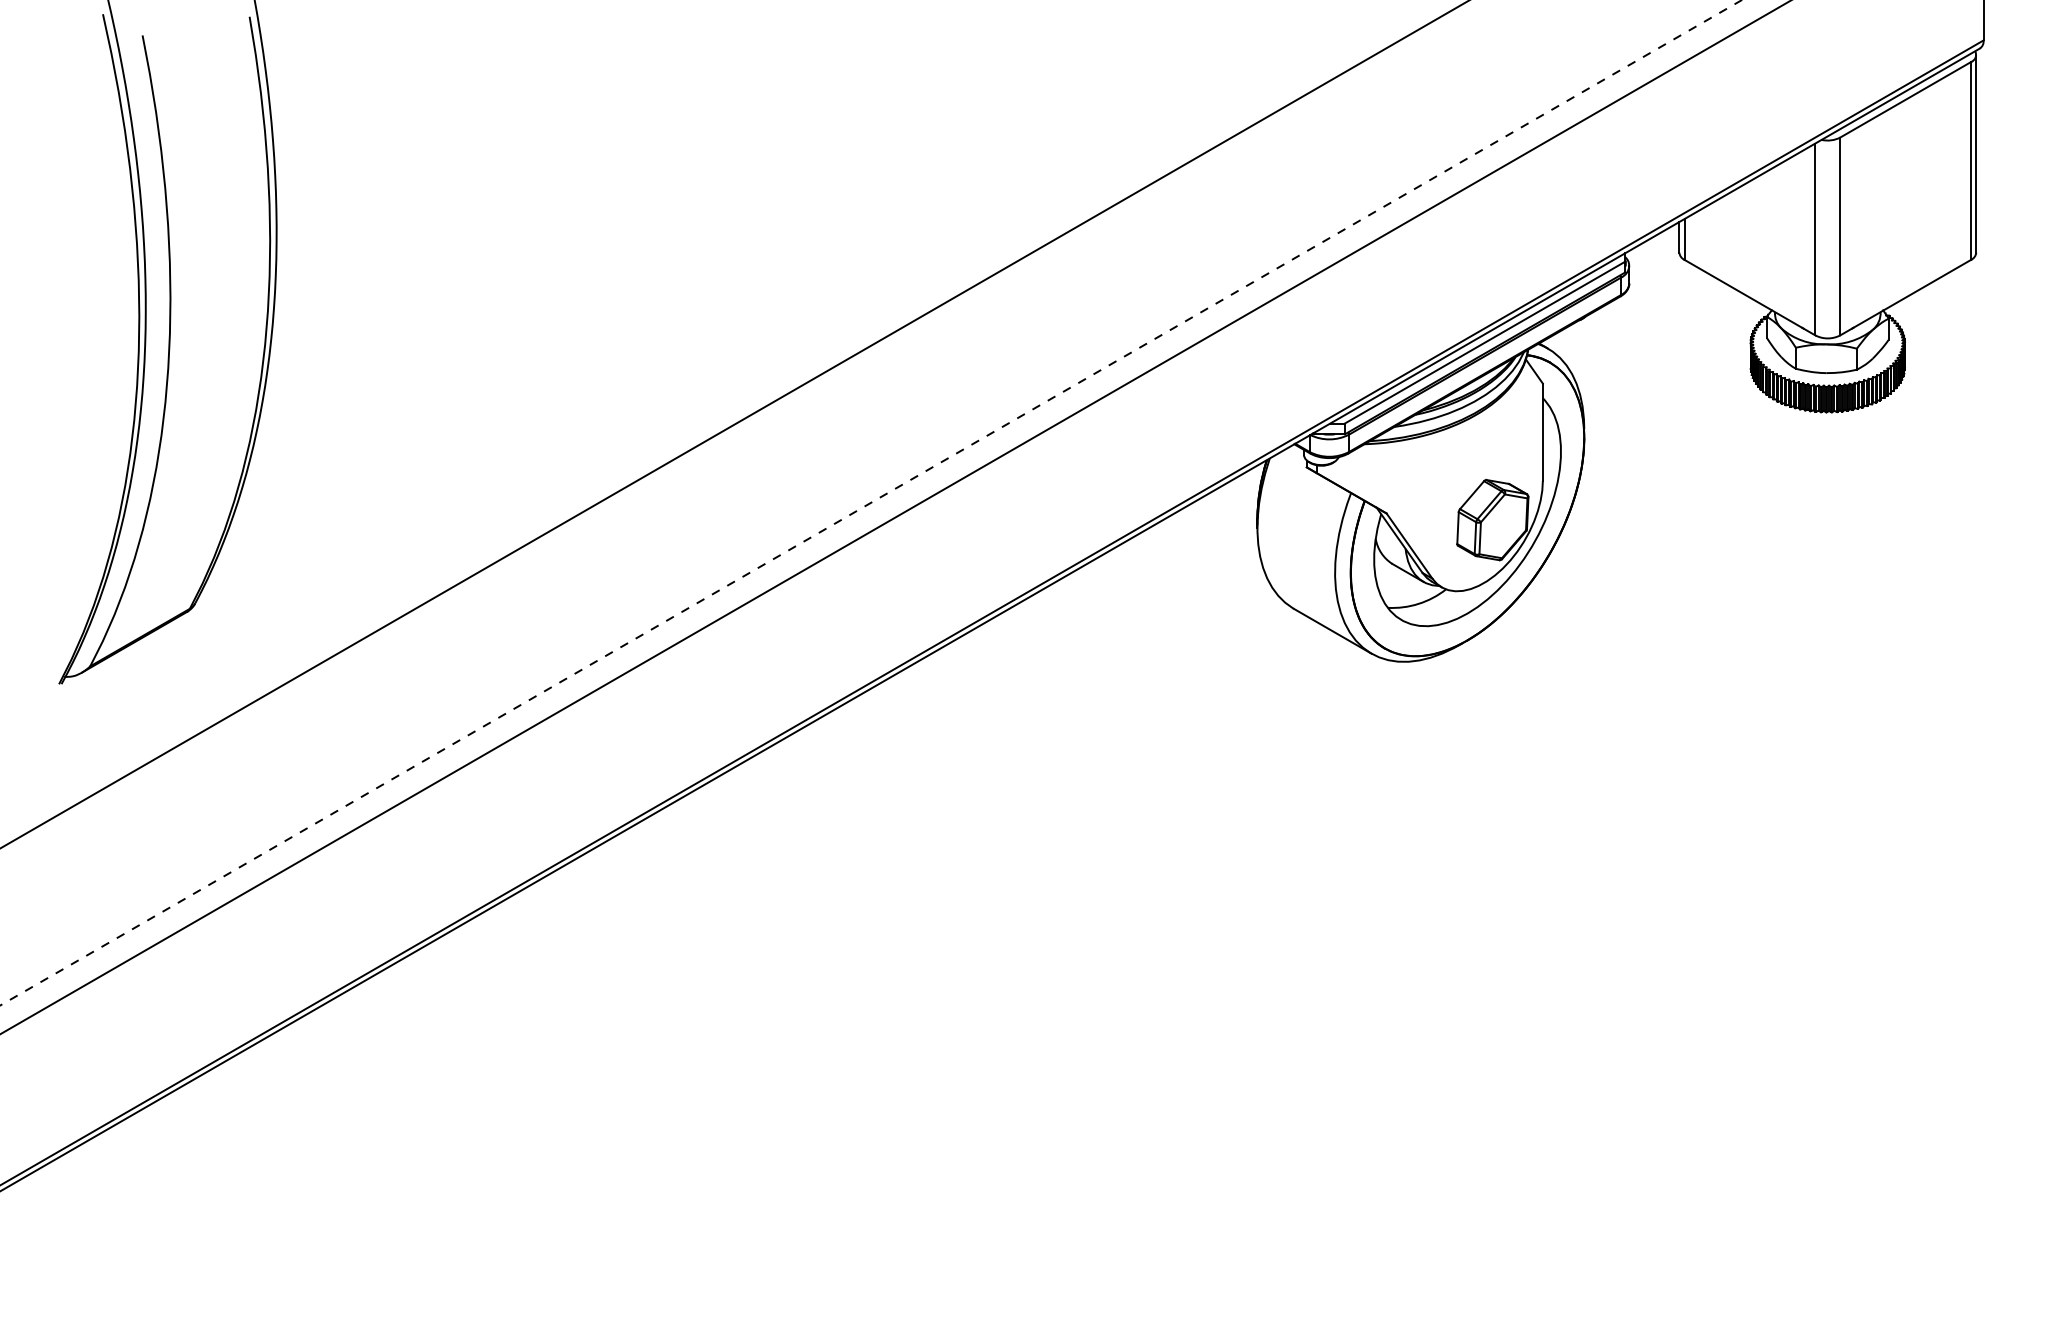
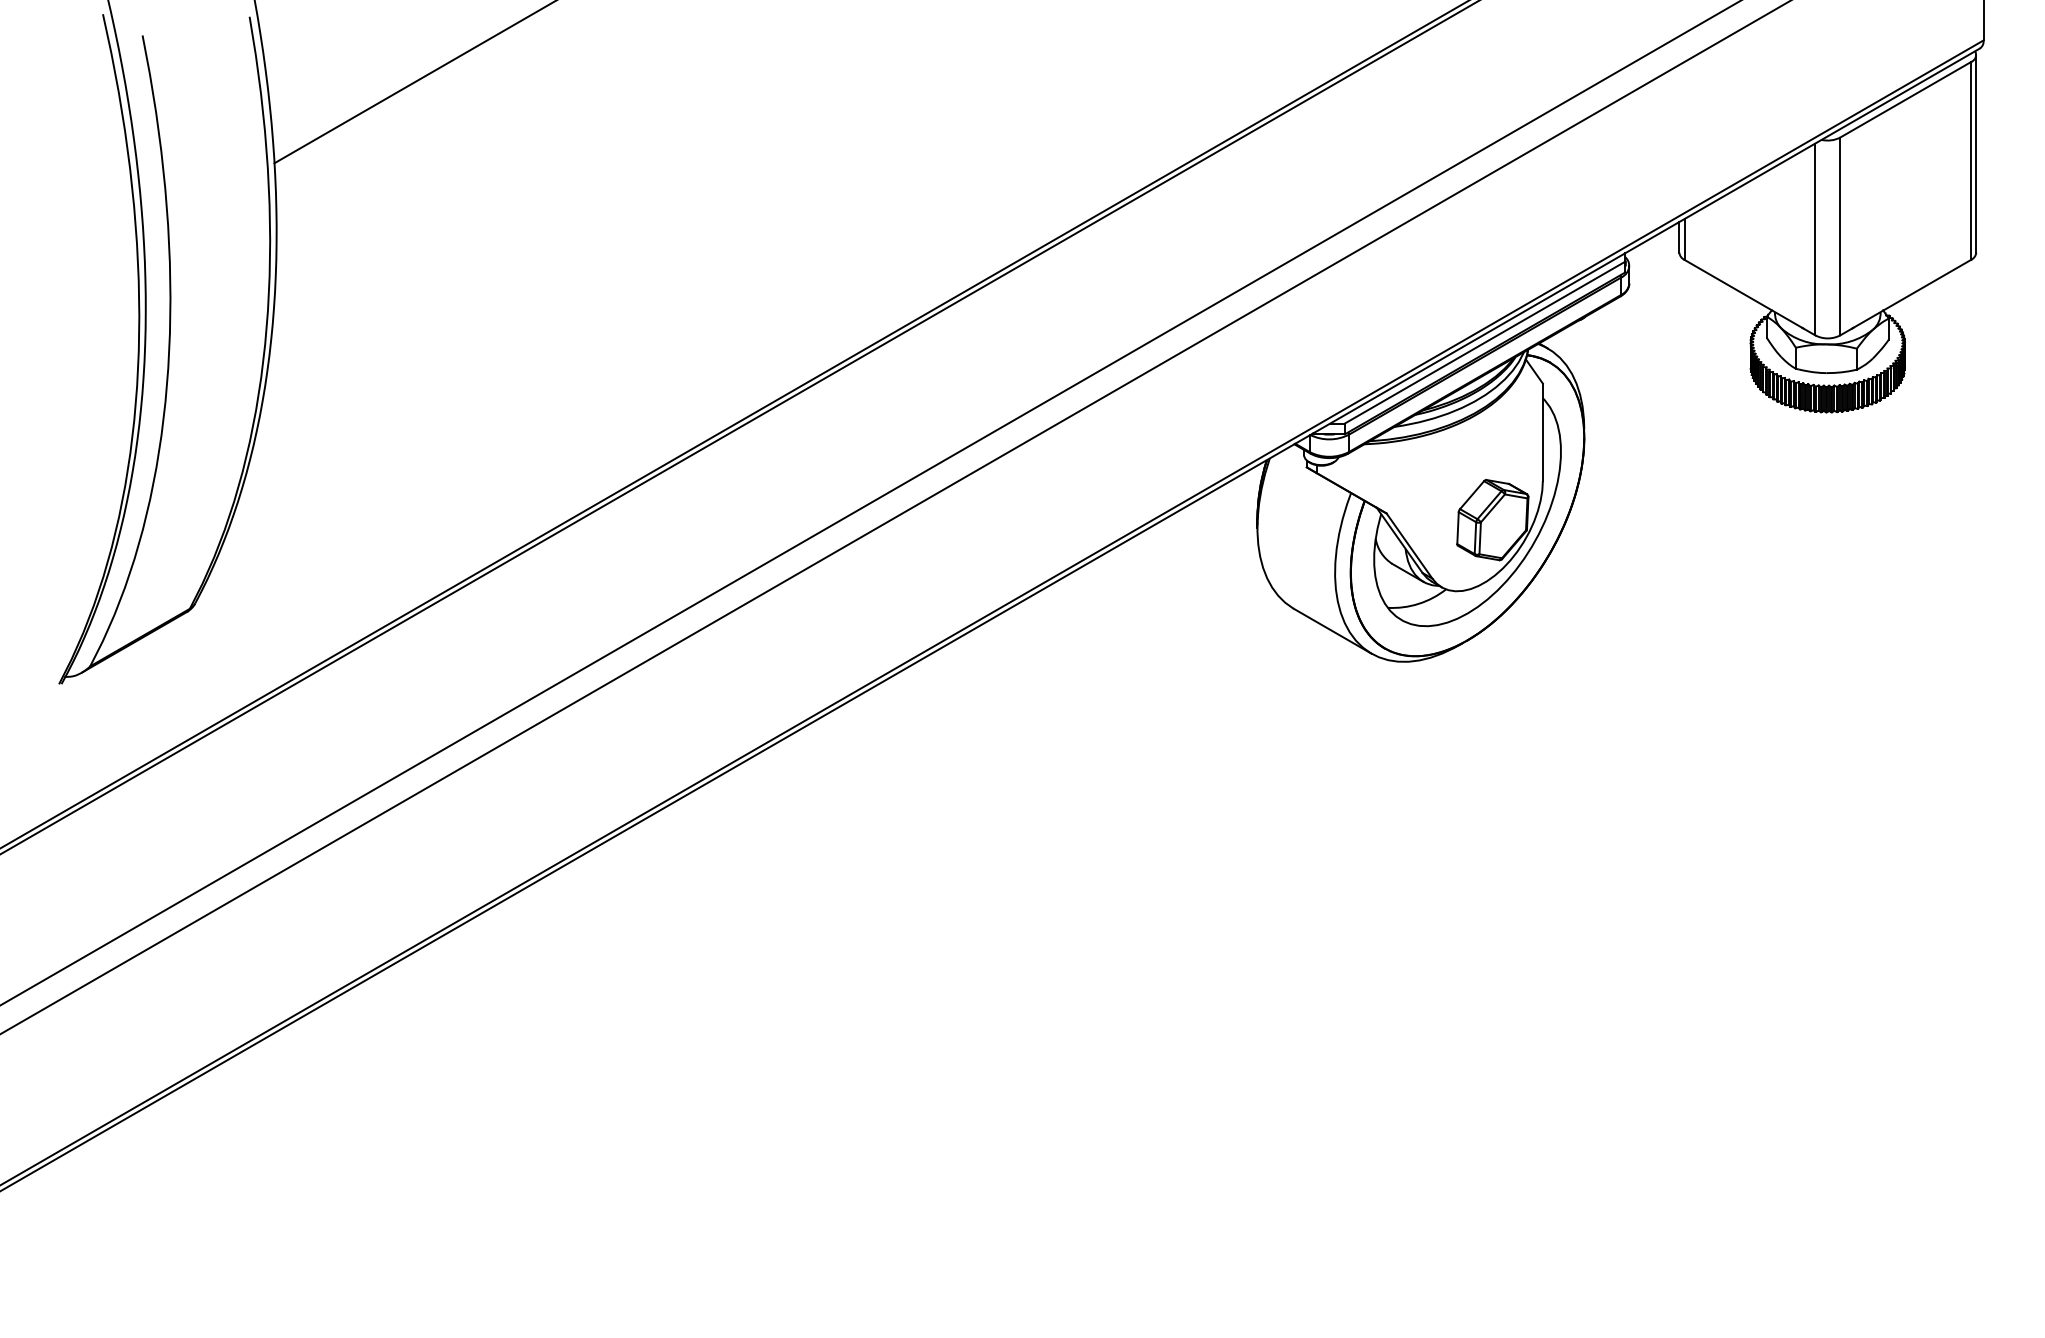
line at (413, 82): none -> present
line at (739, 427): none -> present
line at (870, 503): dashed -> solid
